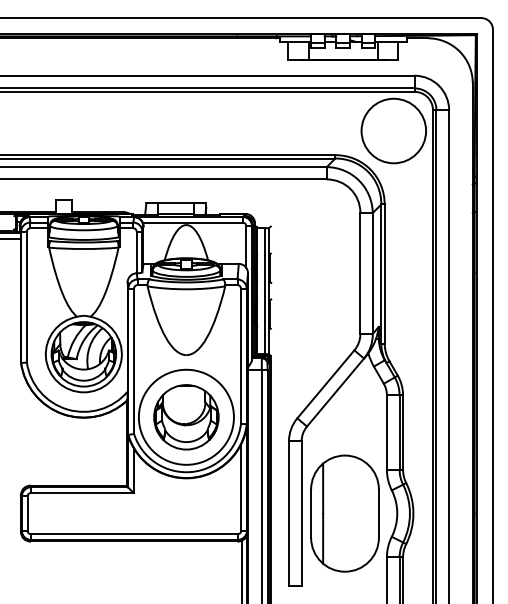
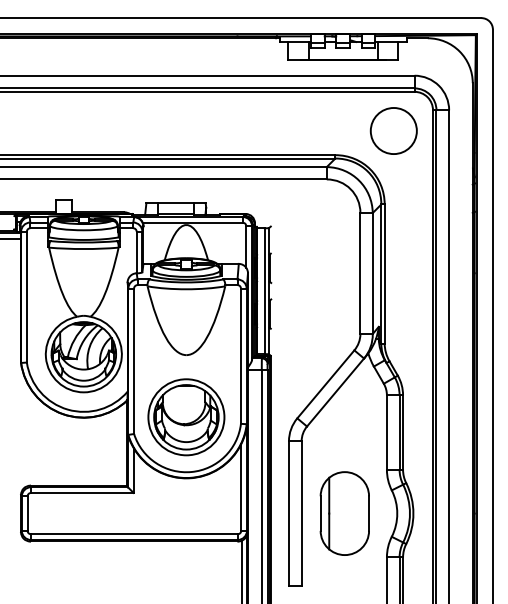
circle at (393, 130) diameter: 65 px -> 46 px
circle at (185, 416) diameter: 95 px -> 76 px
part at (344, 513) size: 70x119 px -> 51x85 px
